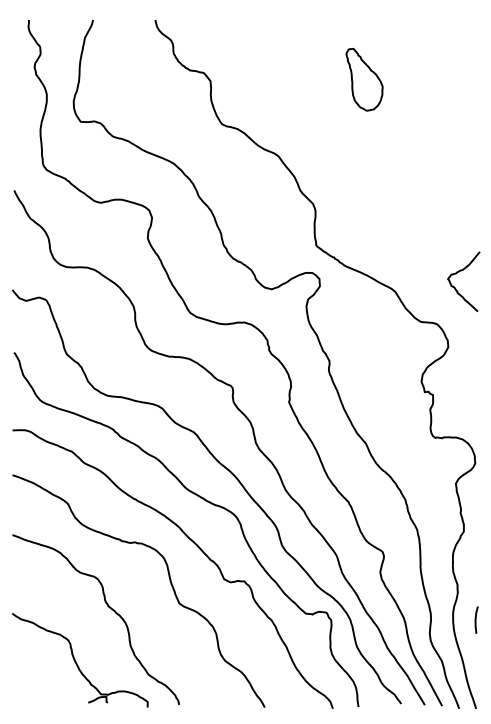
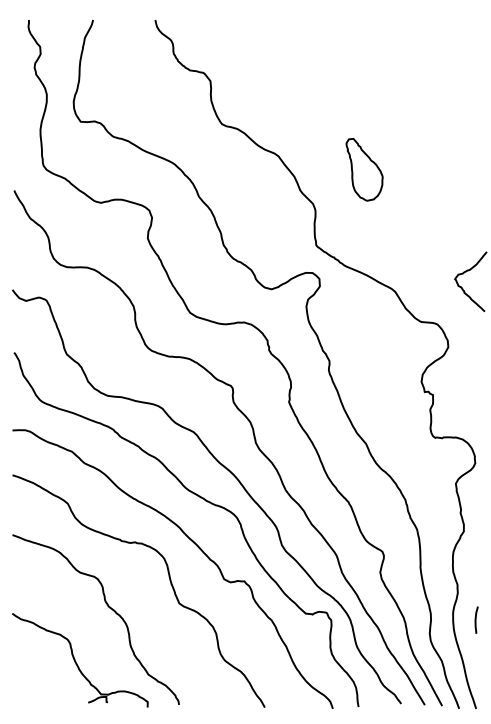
part at (364, 79) position: (364, 79) -> (364, 169)
curve at (459, 272) position: (459, 272) -> (466, 272)
